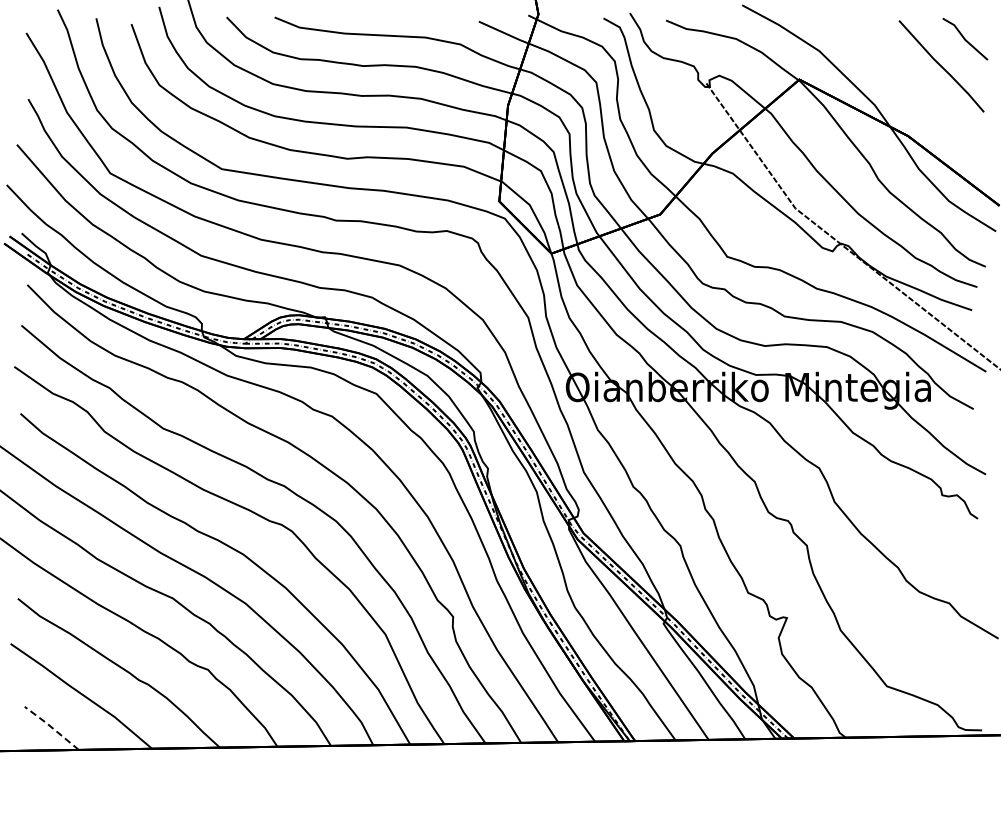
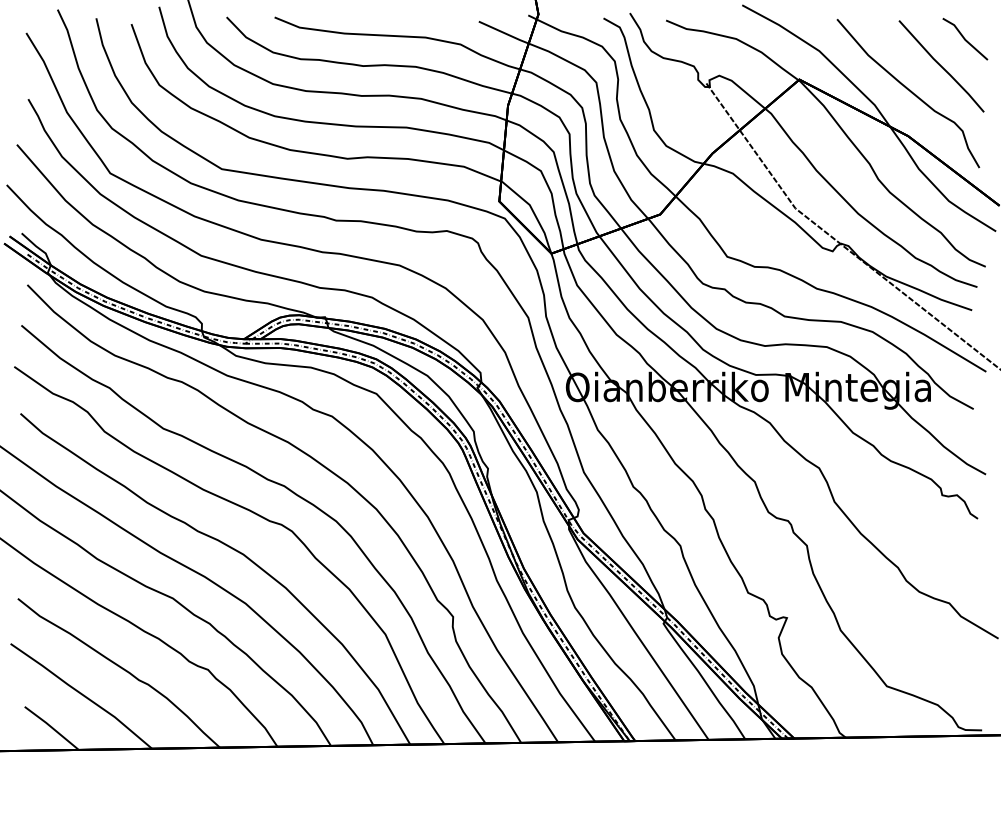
curve at (909, 91): none -> present
line at (51, 727): dashed -> solid
